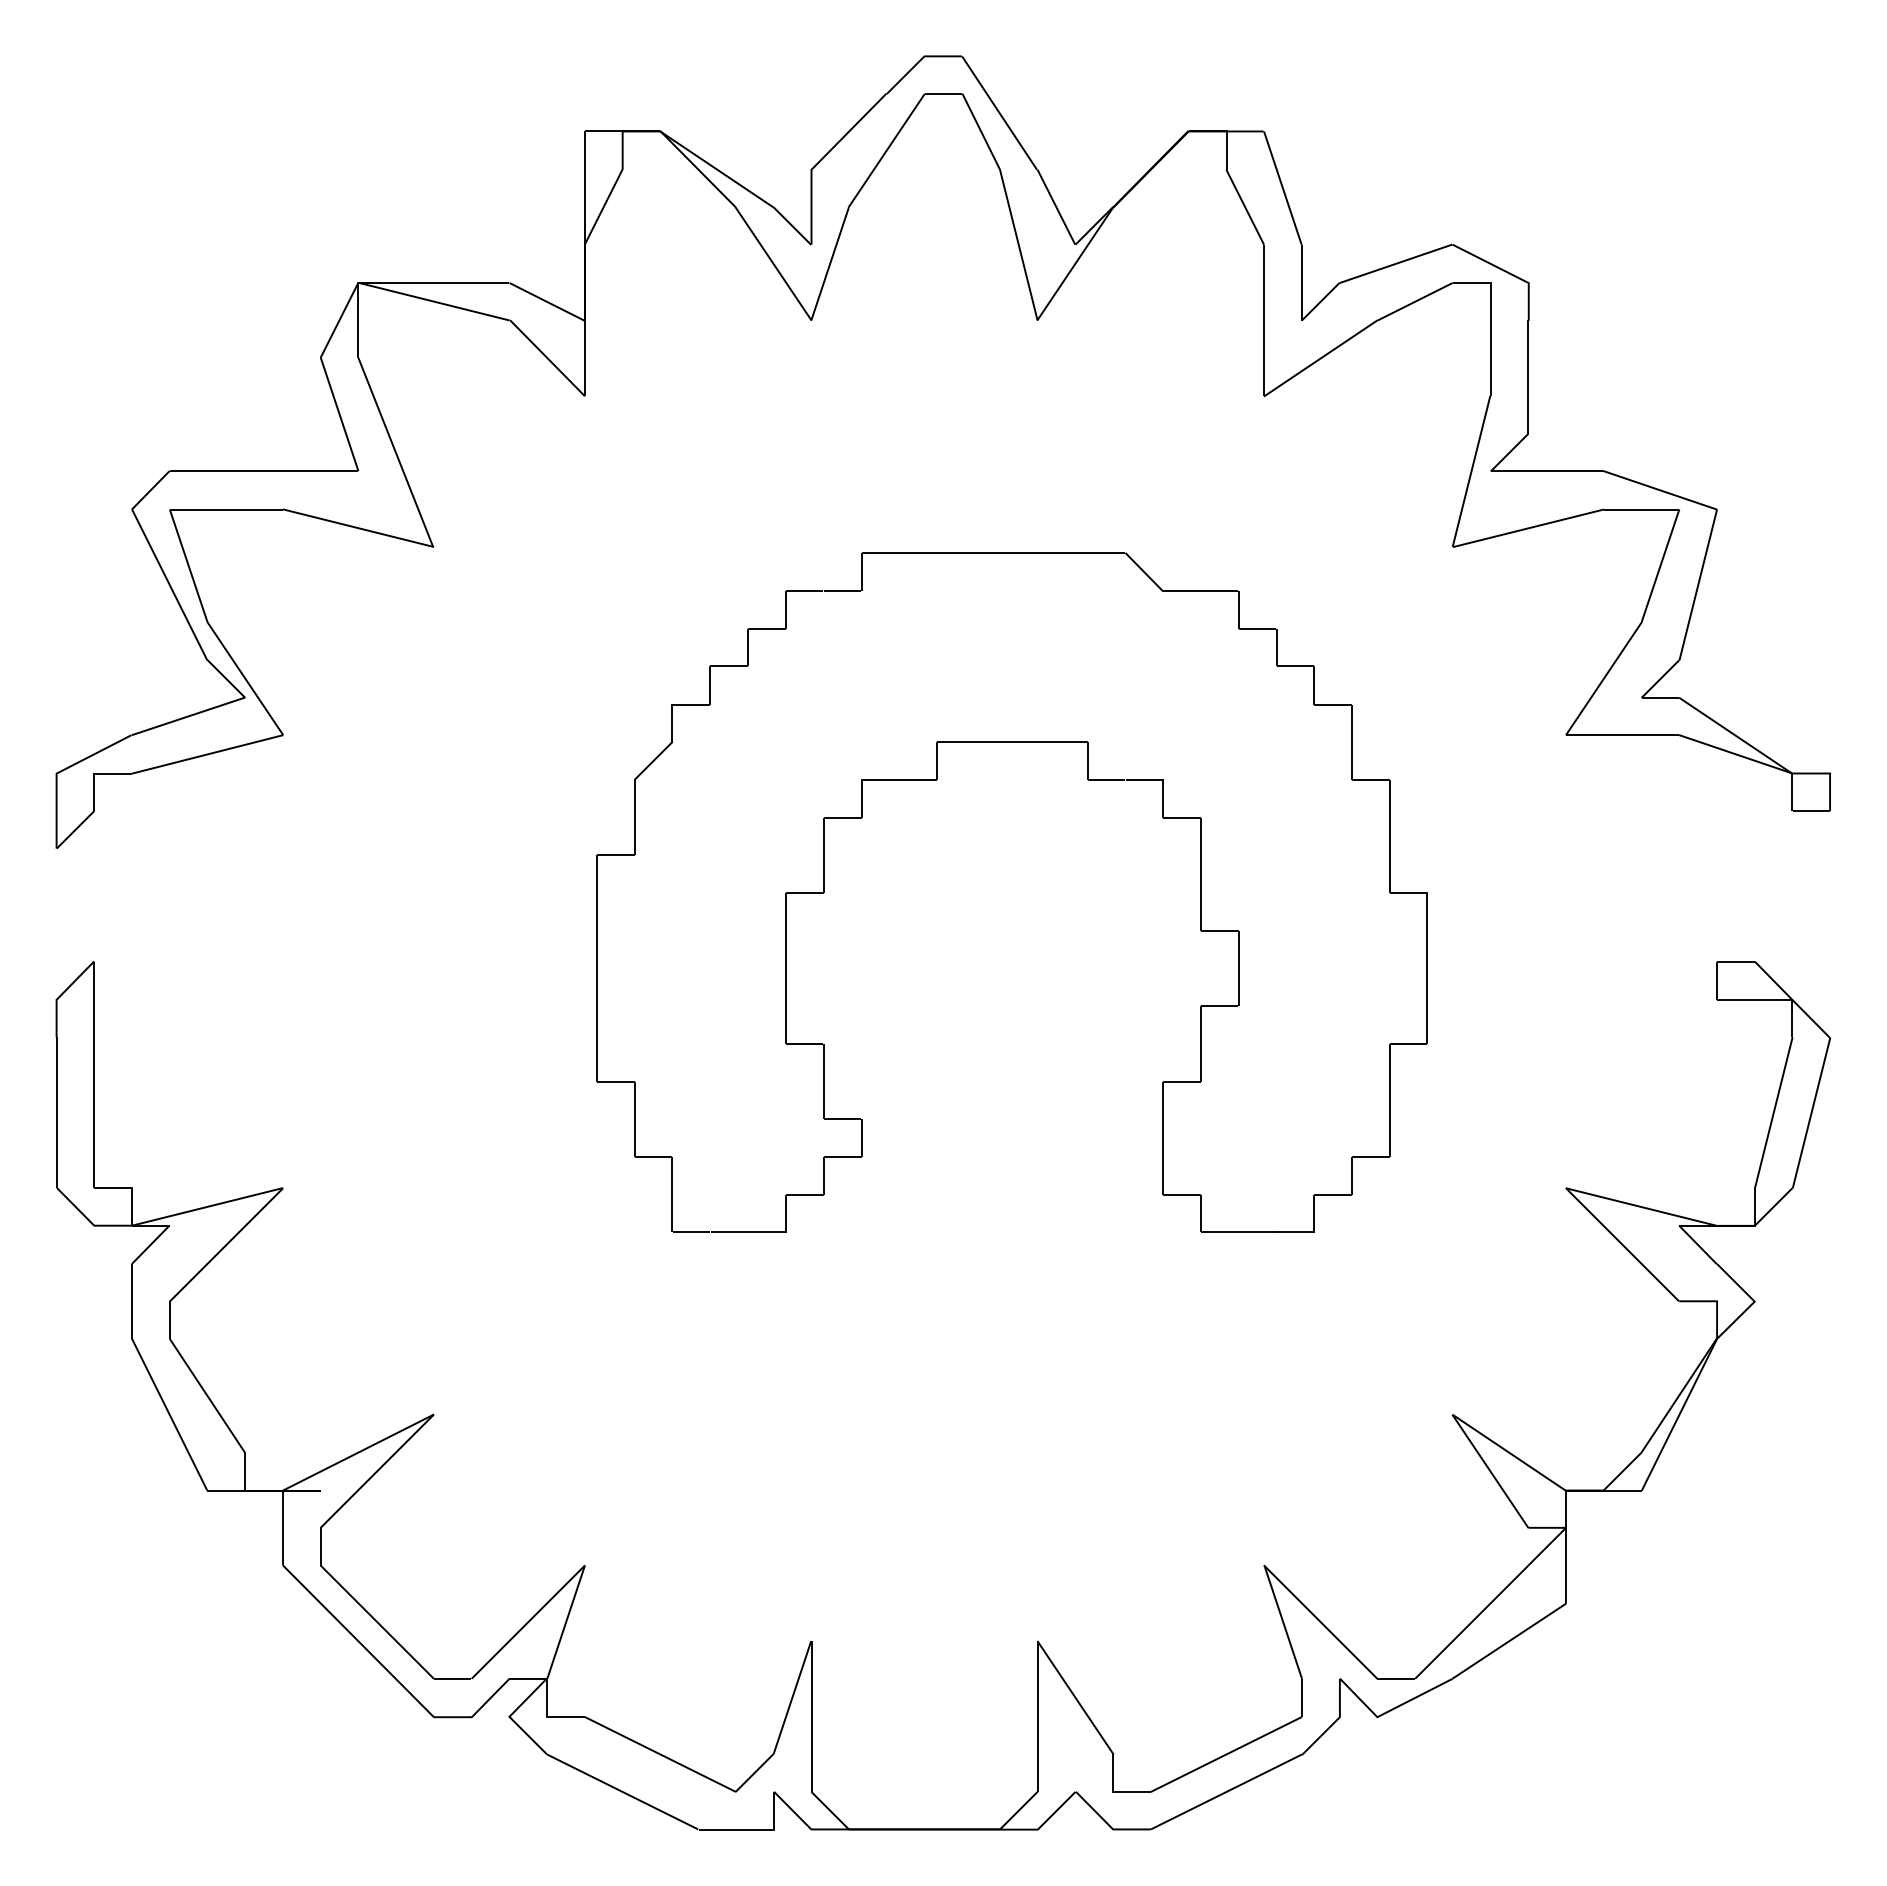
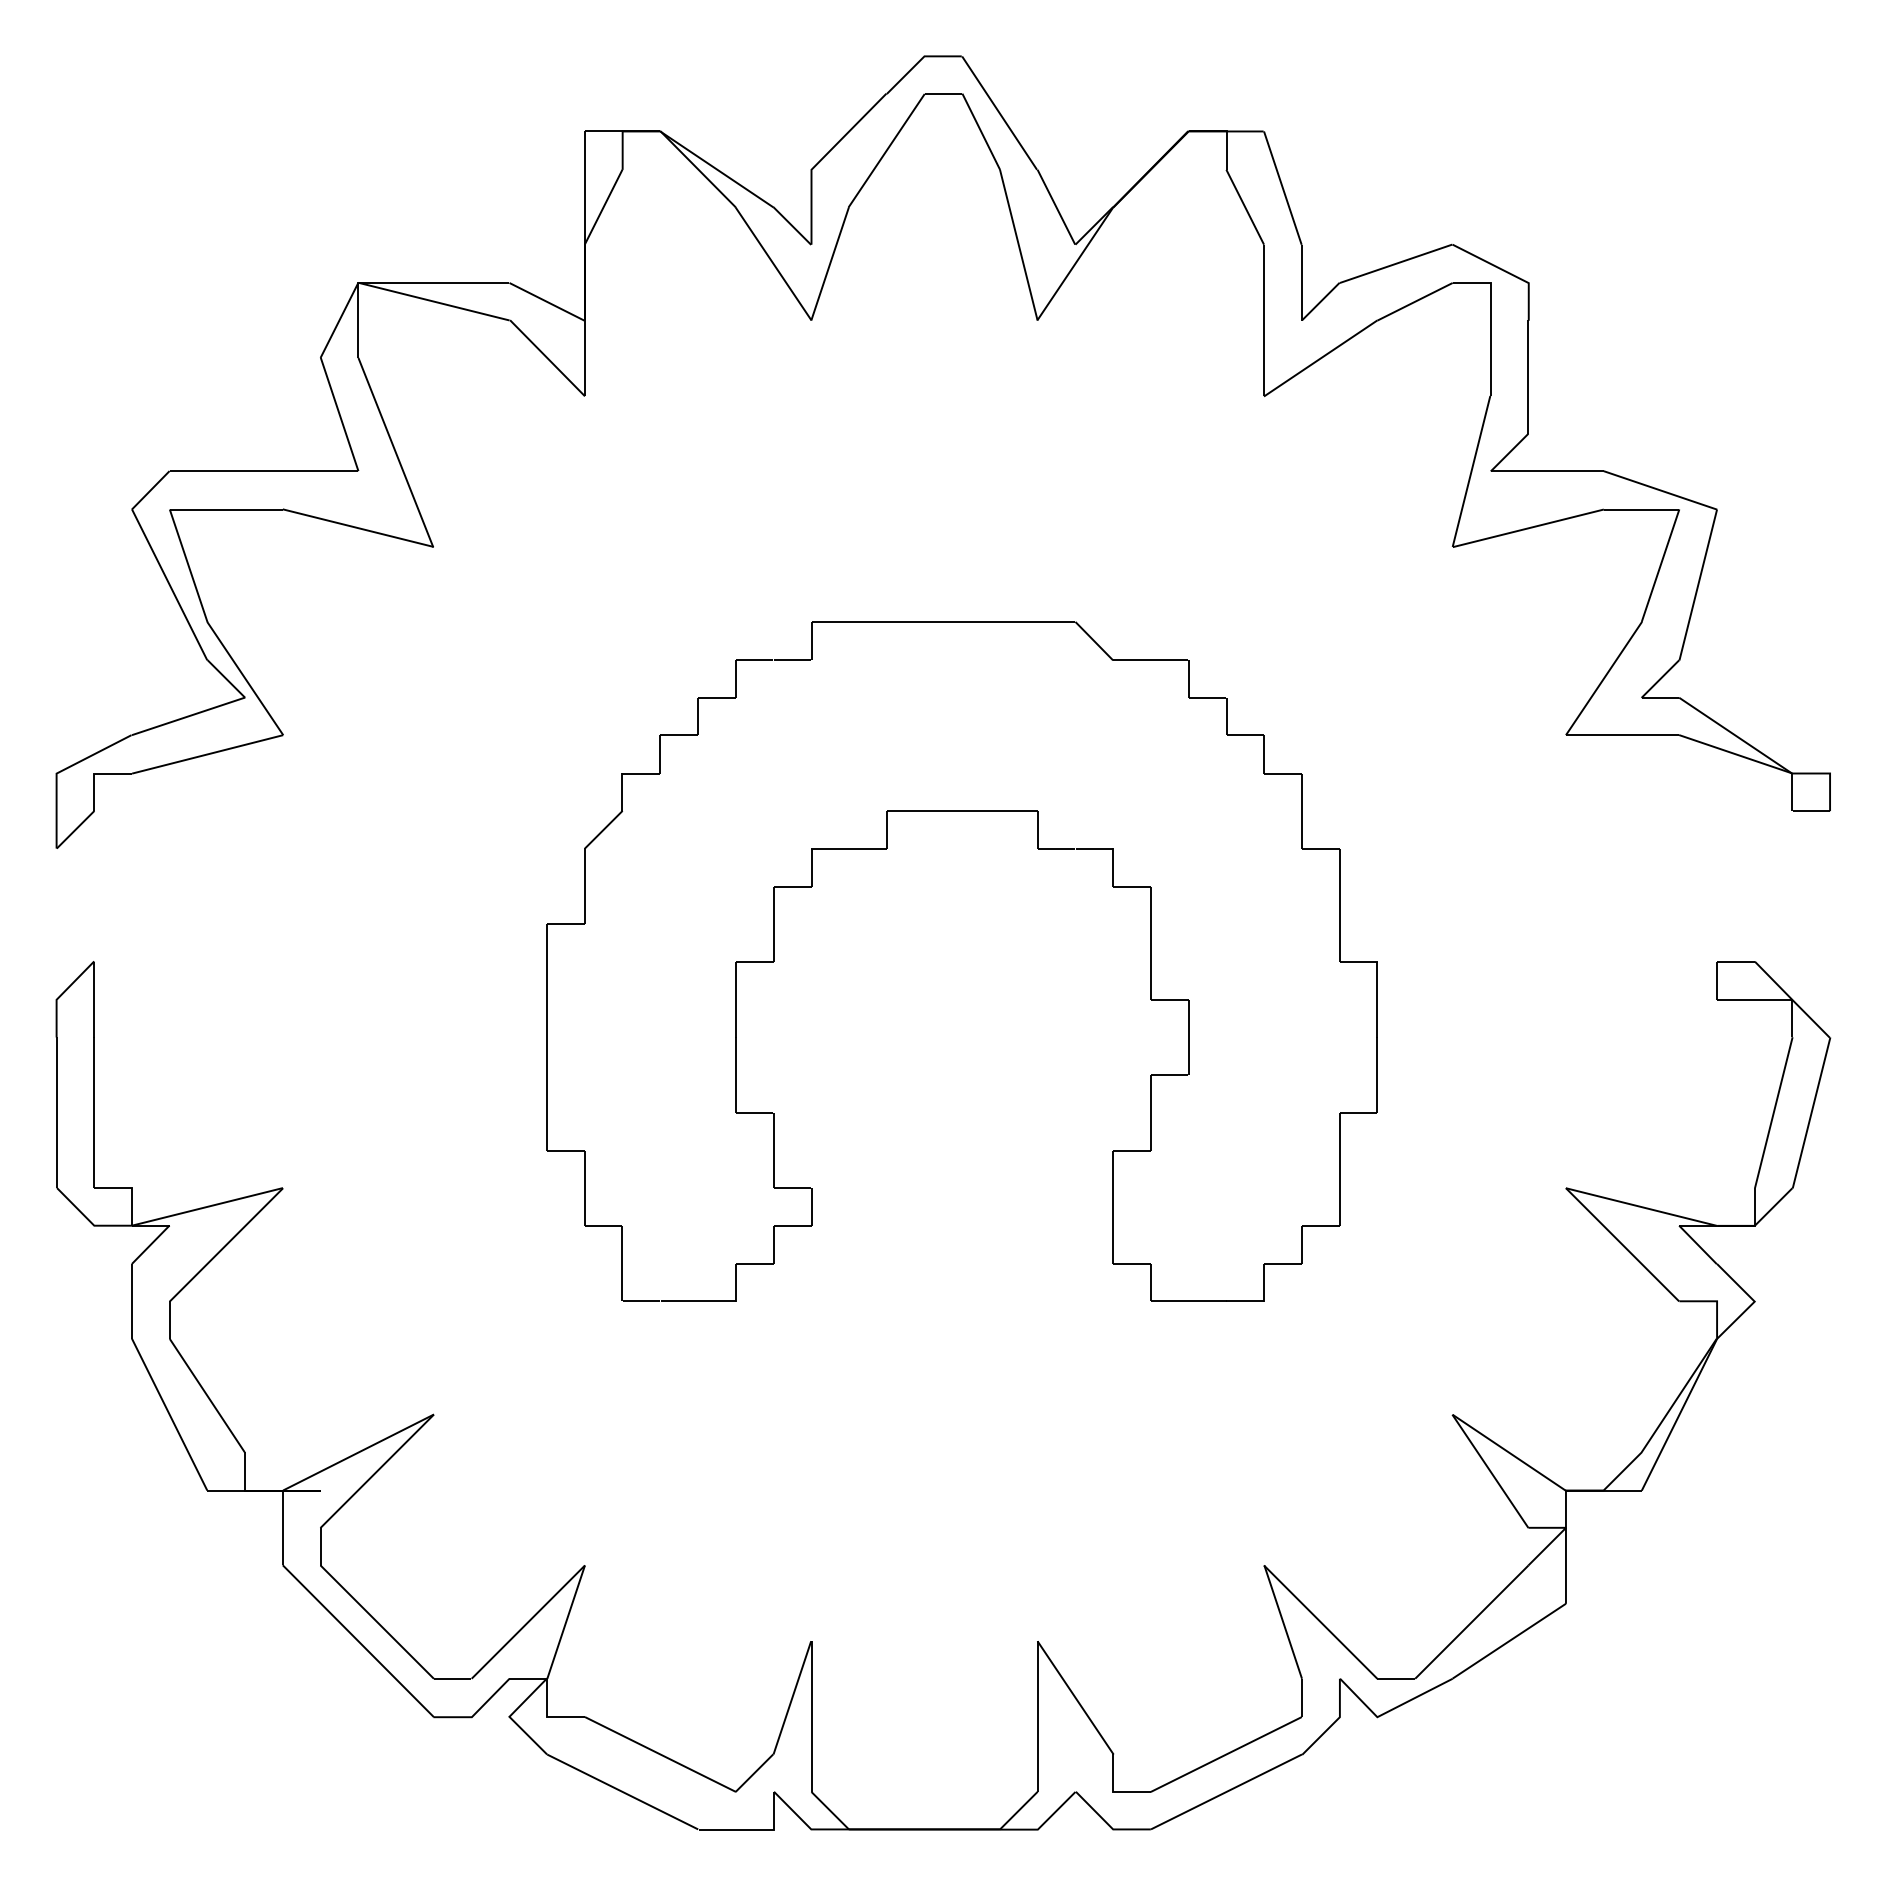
part at (936, 780) position: (936, 780) -> (886, 849)
